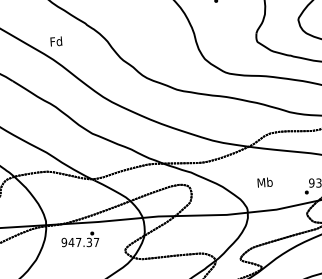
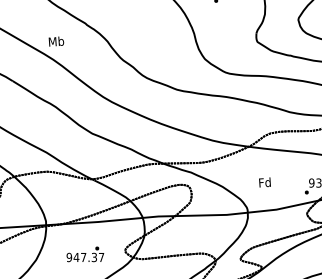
text at (56, 41): Fd -> Mb
text at (264, 182): Mb -> Fd
text at (80, 239) position: (80, 239) -> (85, 254)
